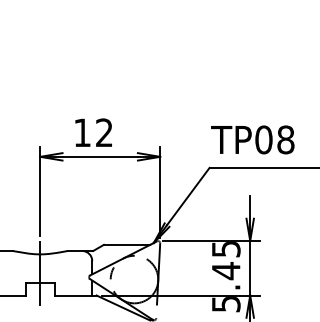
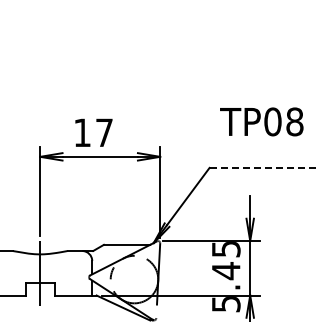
text at (104, 132): 12 -> 17
text at (252, 139) position: (252, 139) -> (261, 121)
line at (264, 167): solid -> dashed
